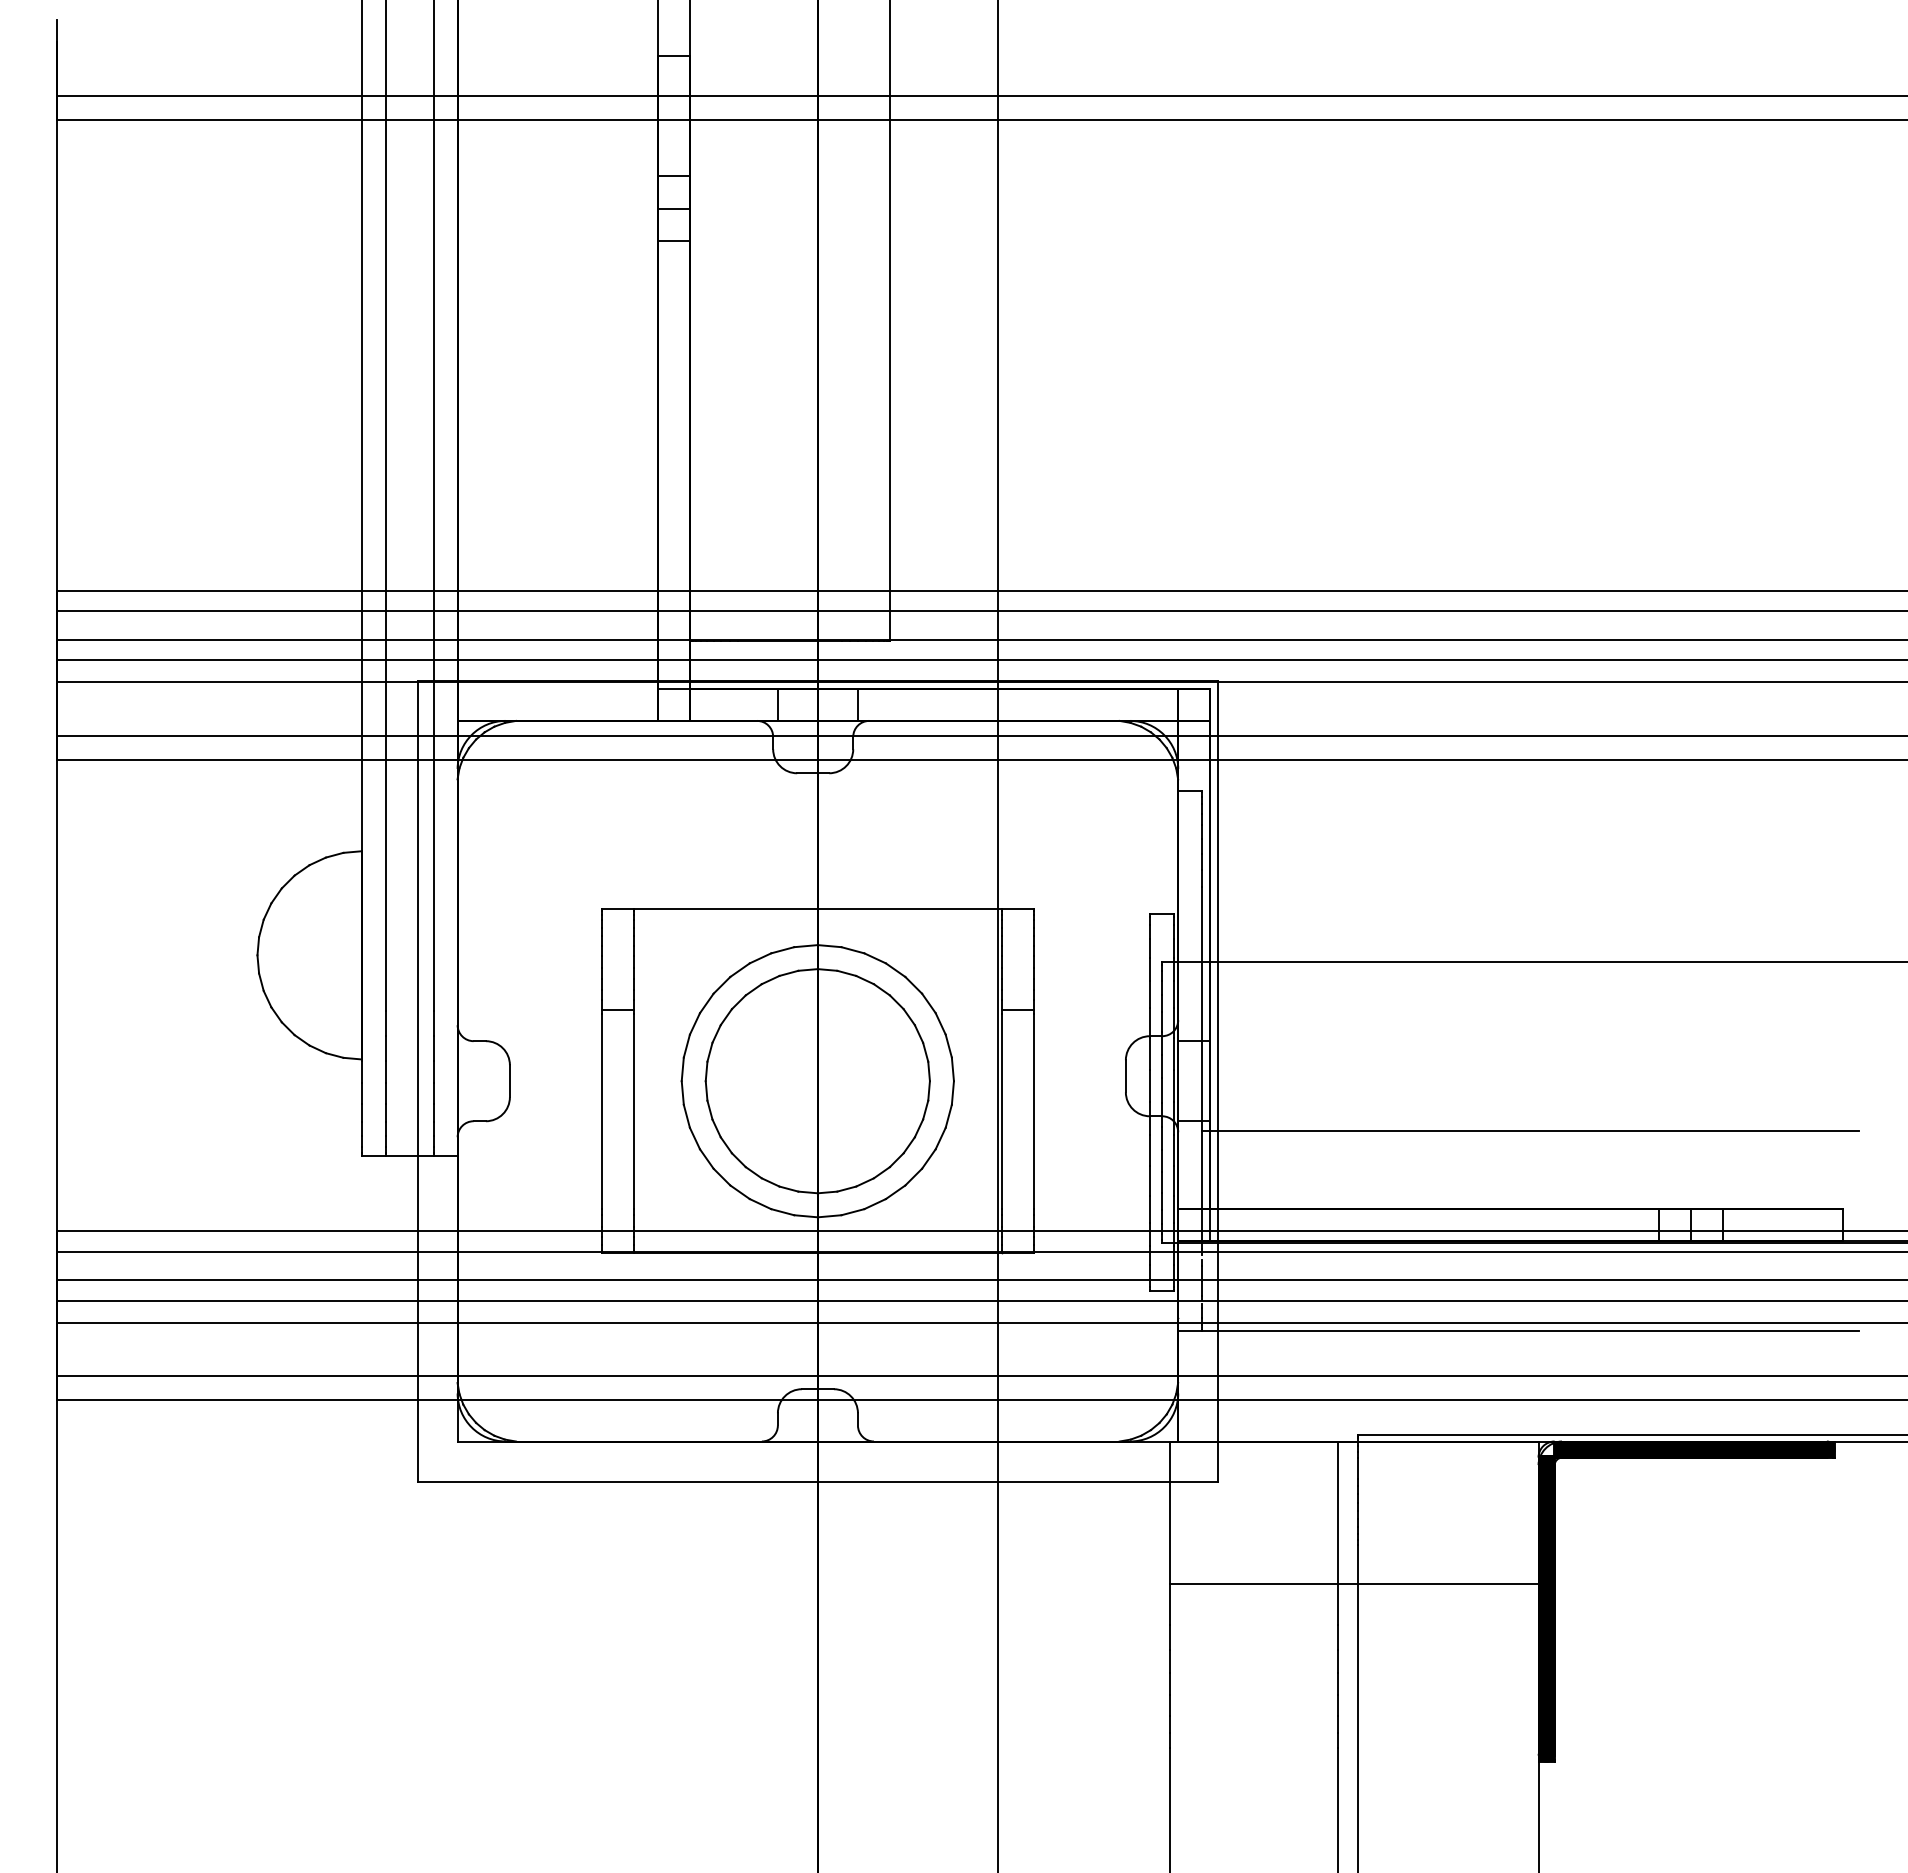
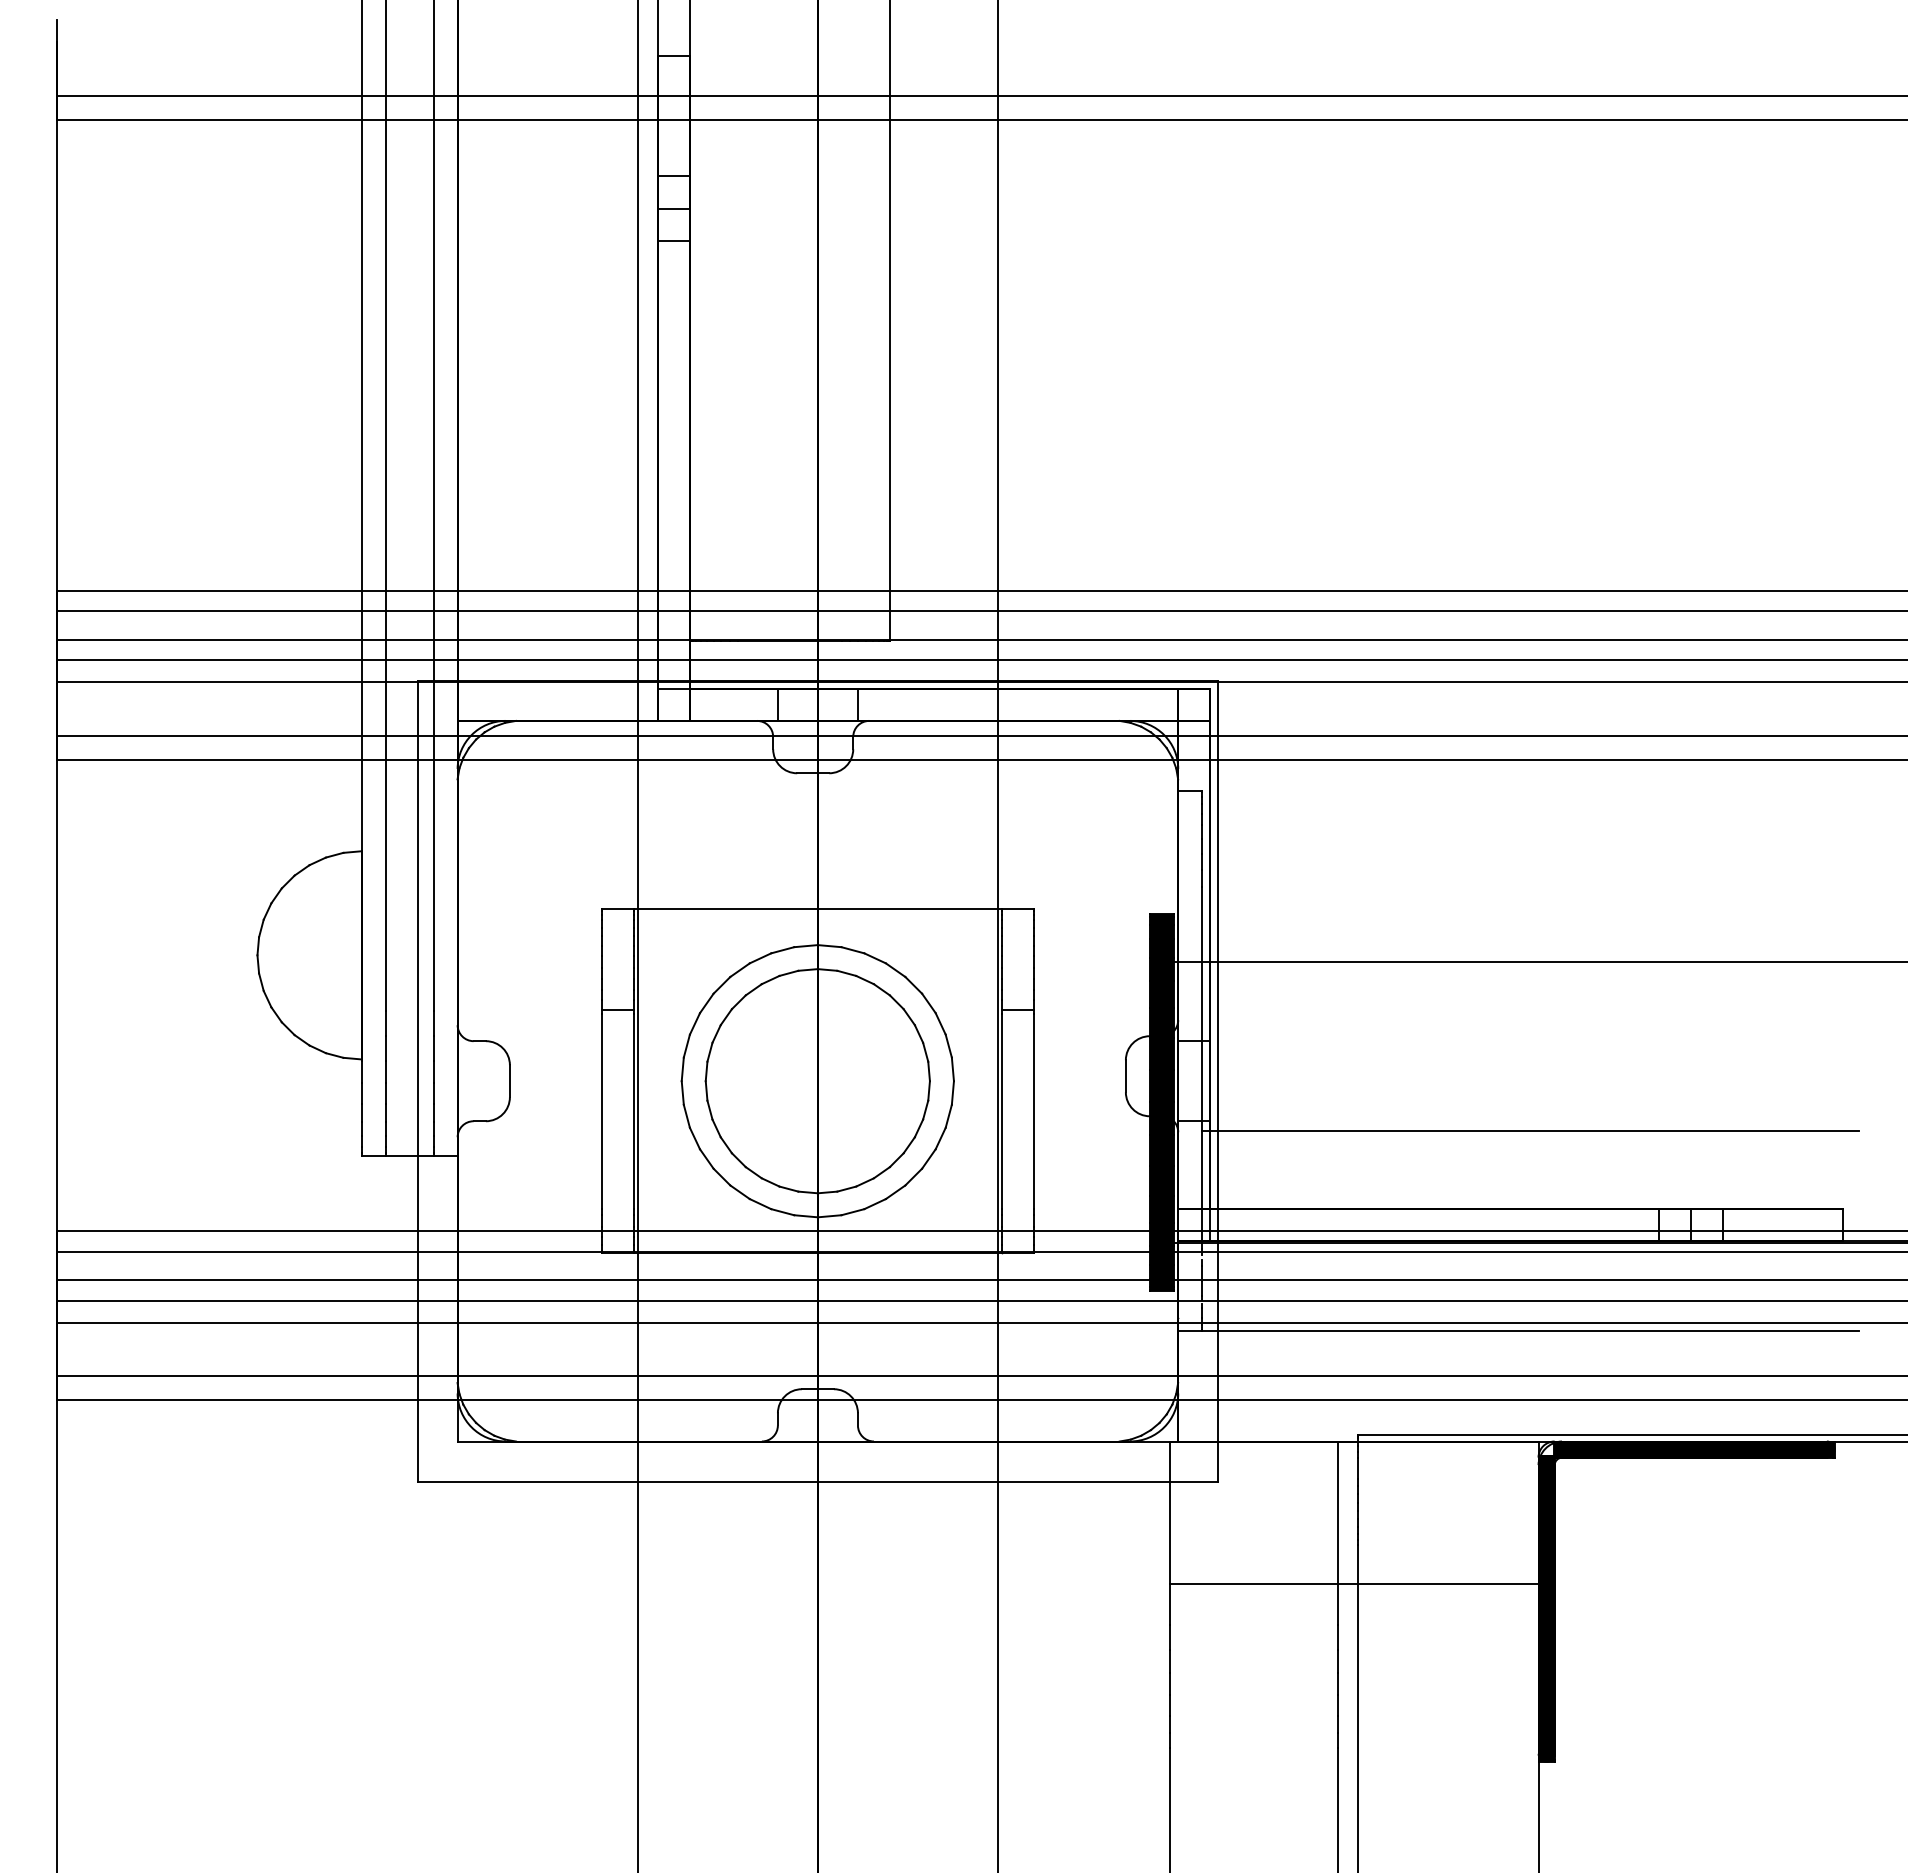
line at (637, 935): none -> present
fill at (1162, 1102): none -> present
